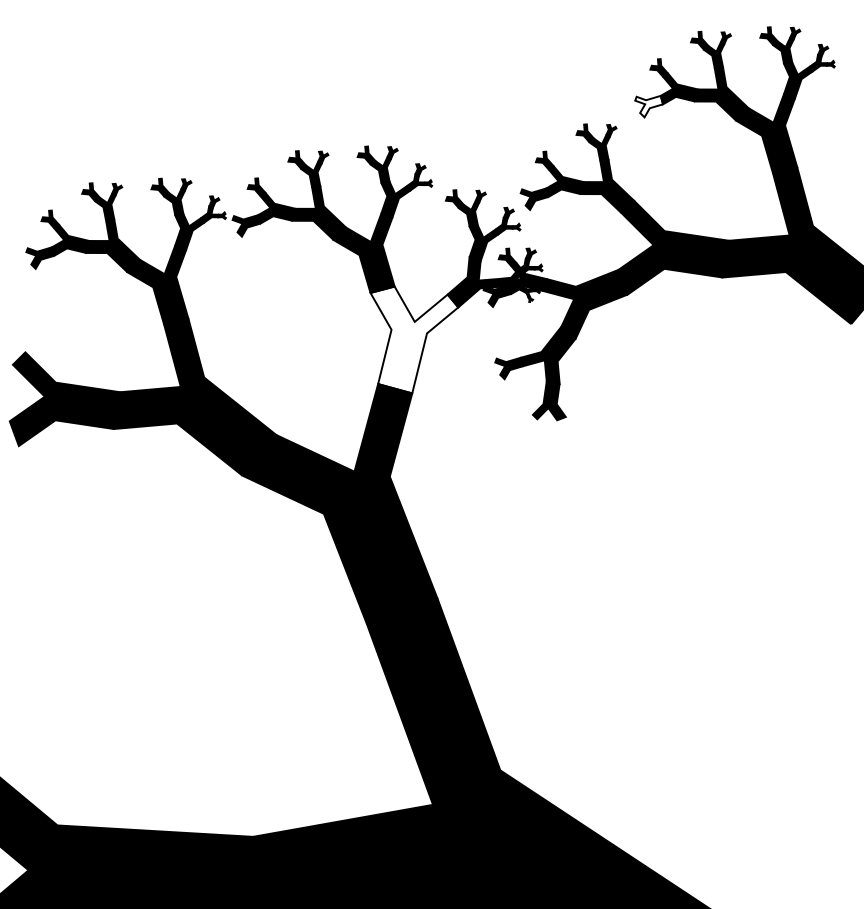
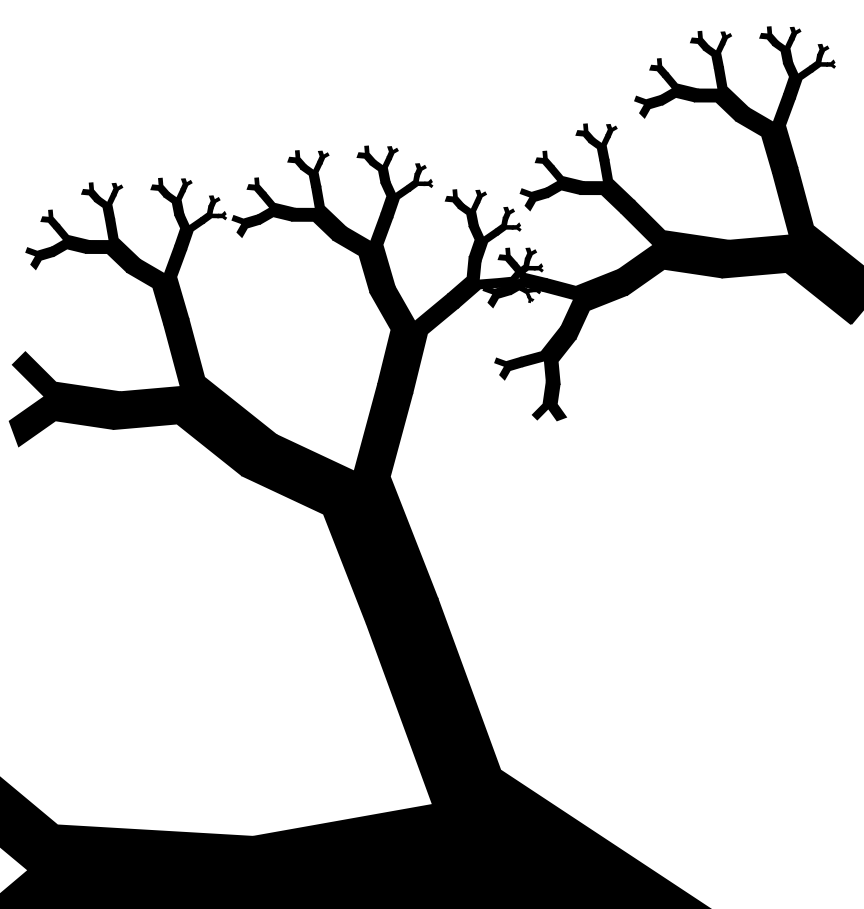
fill at (649, 106): none -> present
fill at (414, 339): none -> present
